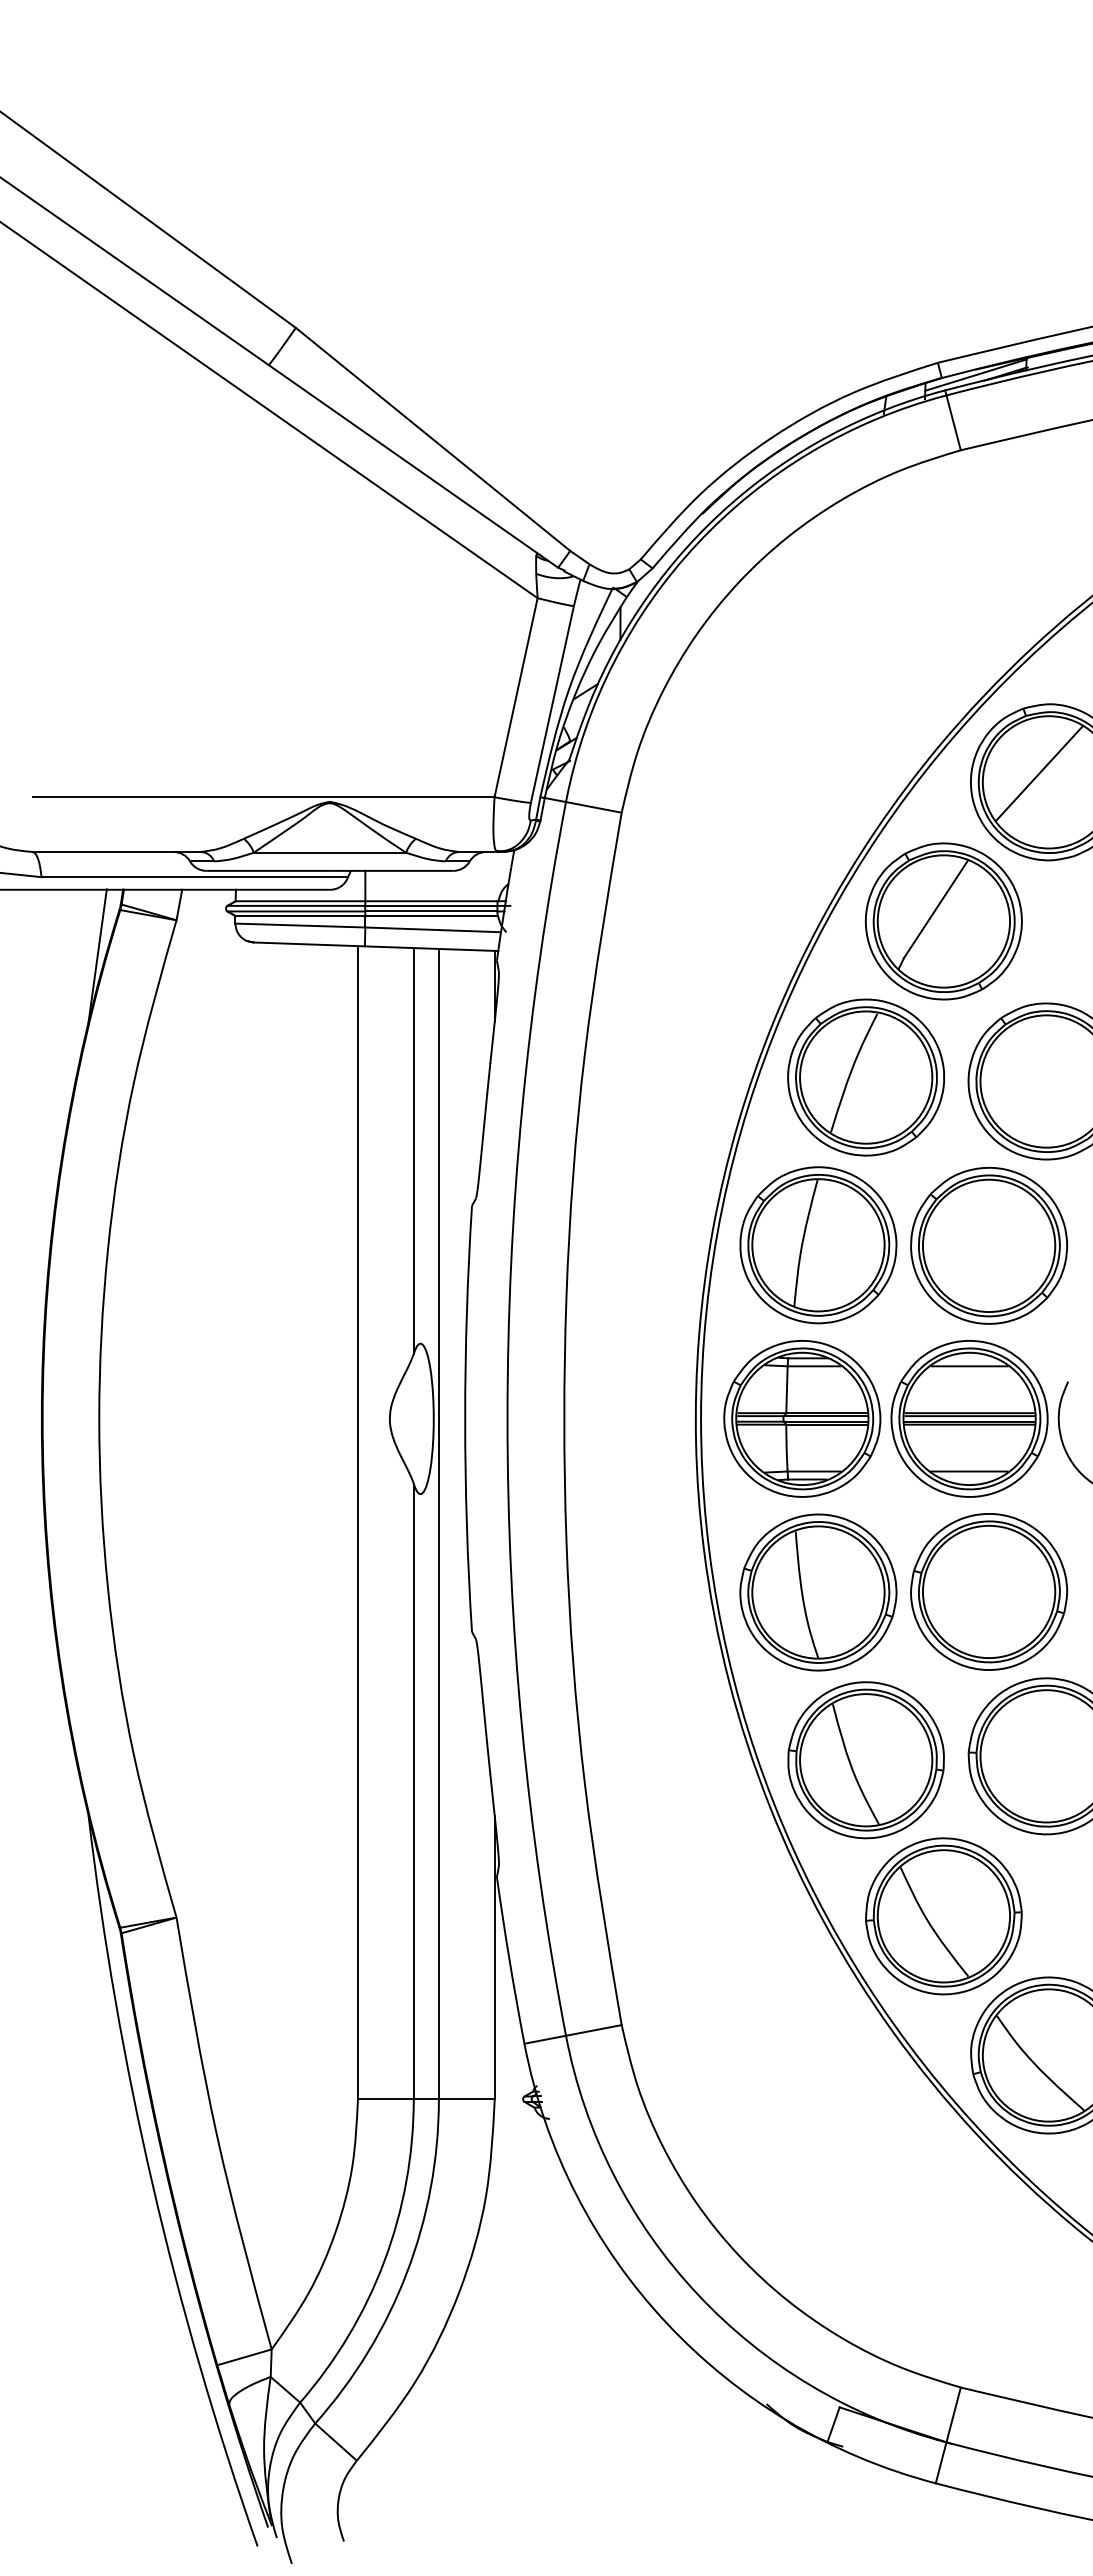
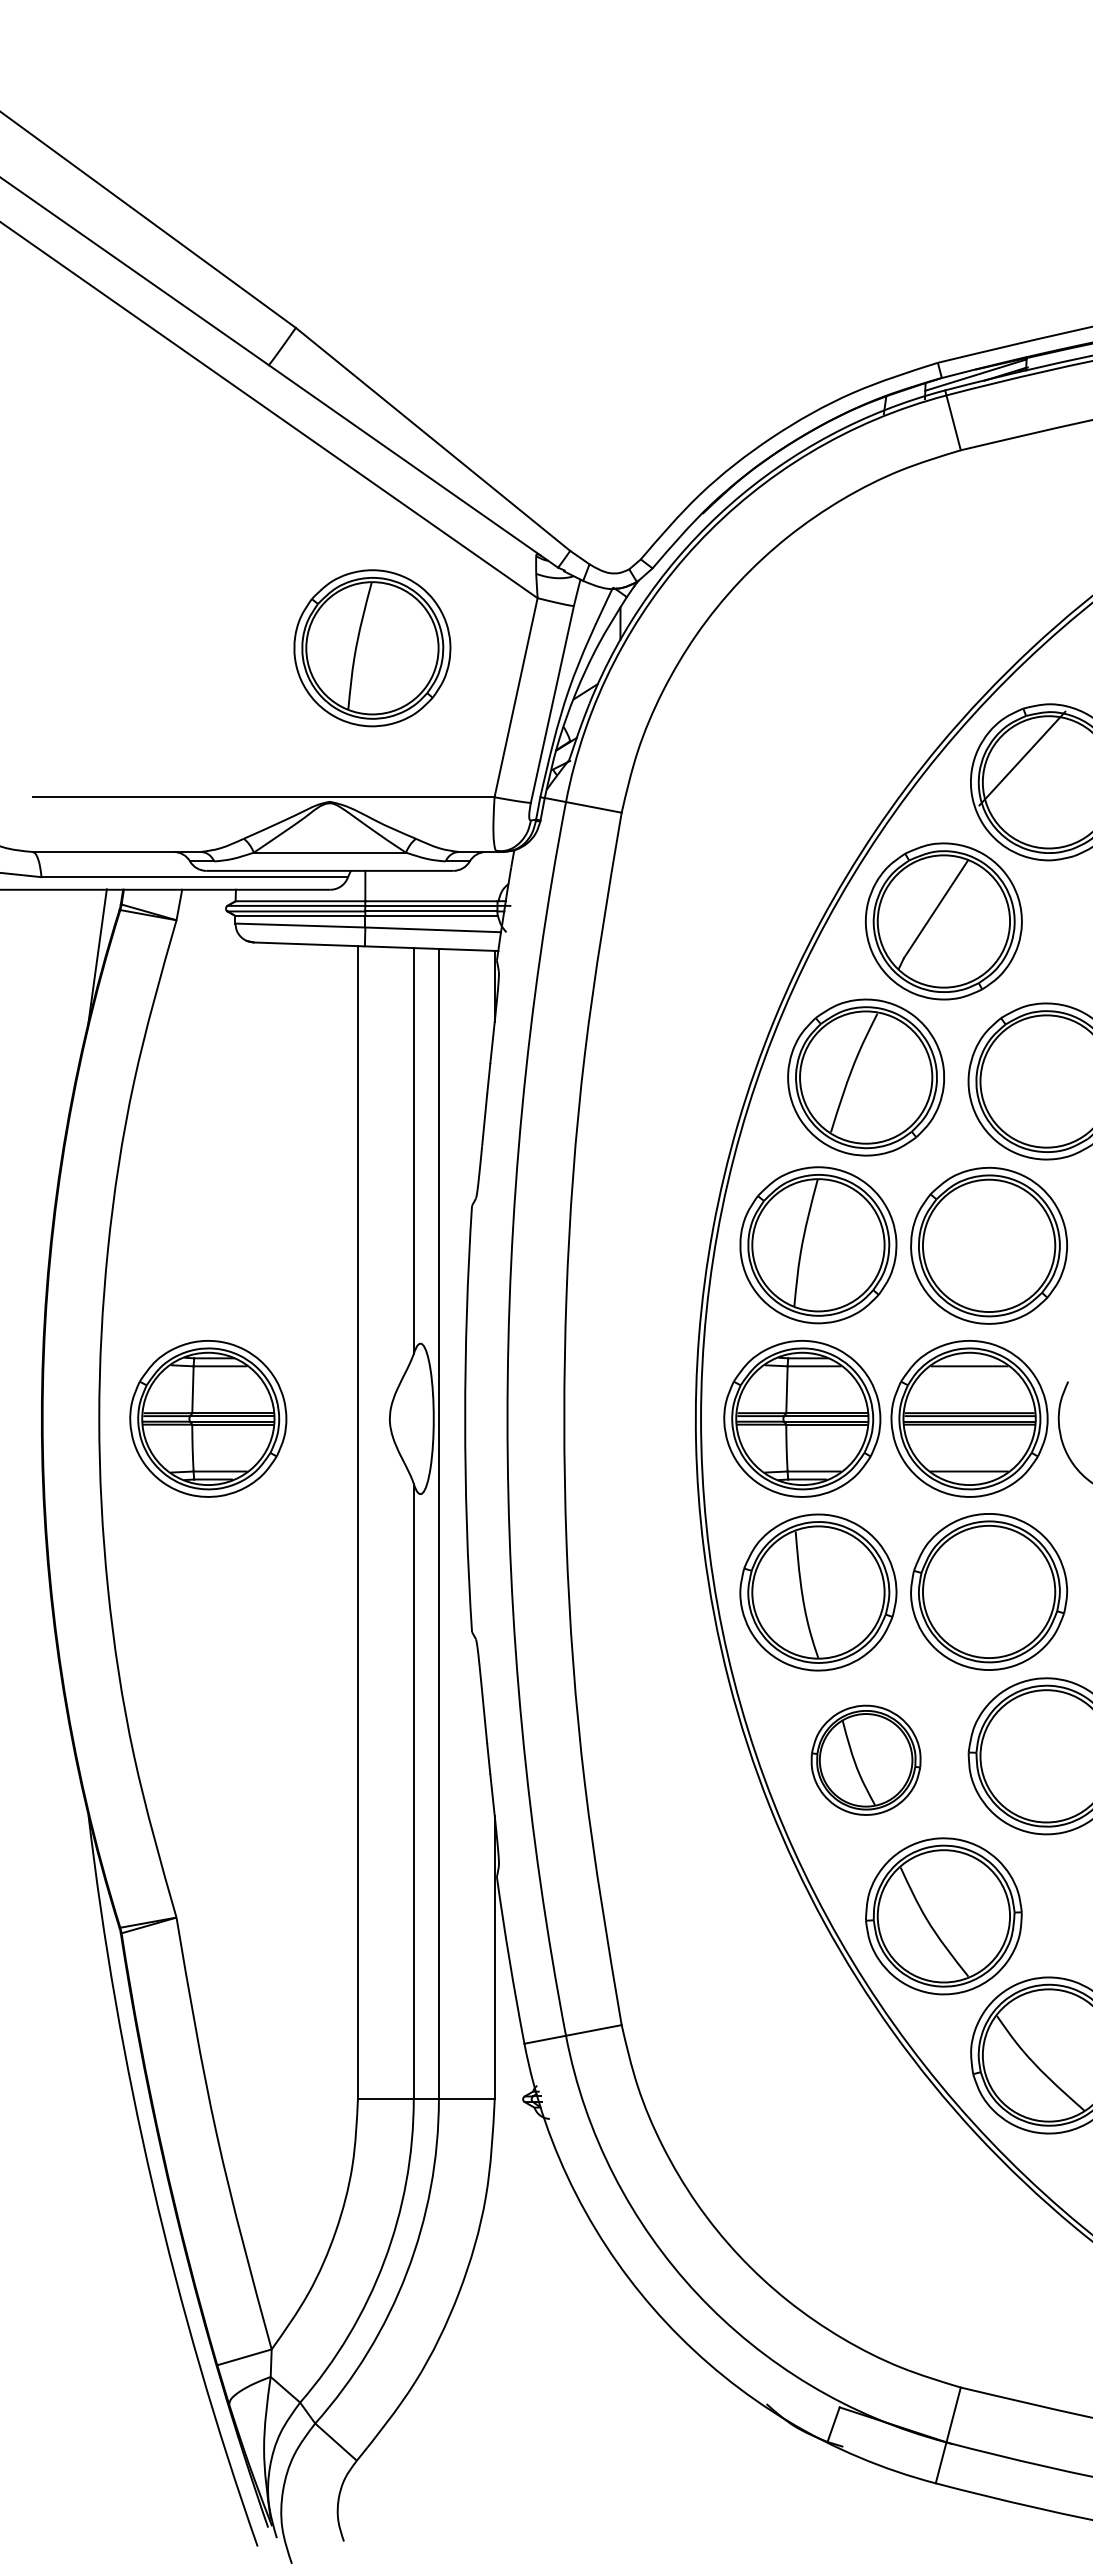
part at (372, 648): none -> present
line at (1039, 773) position: (1039, 773) -> (1022, 758)
part at (208, 1418): none -> present
part at (865, 1760) size: 158x159 px -> 112x112 px
